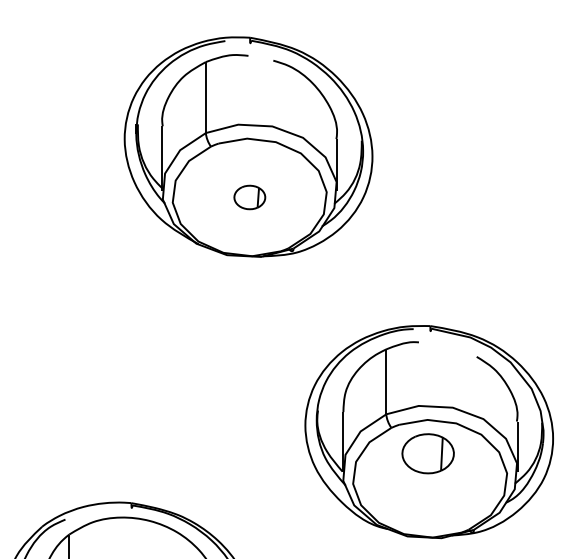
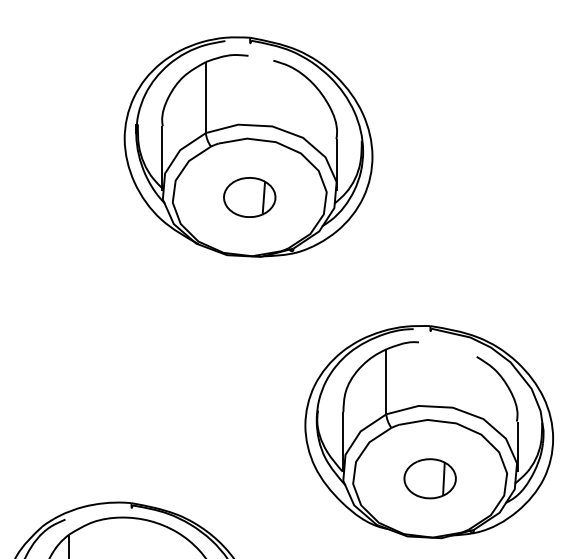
part at (249, 197) size: 34x27 px -> 54x41 px
part at (427, 453) position: (427, 453) -> (429, 478)
